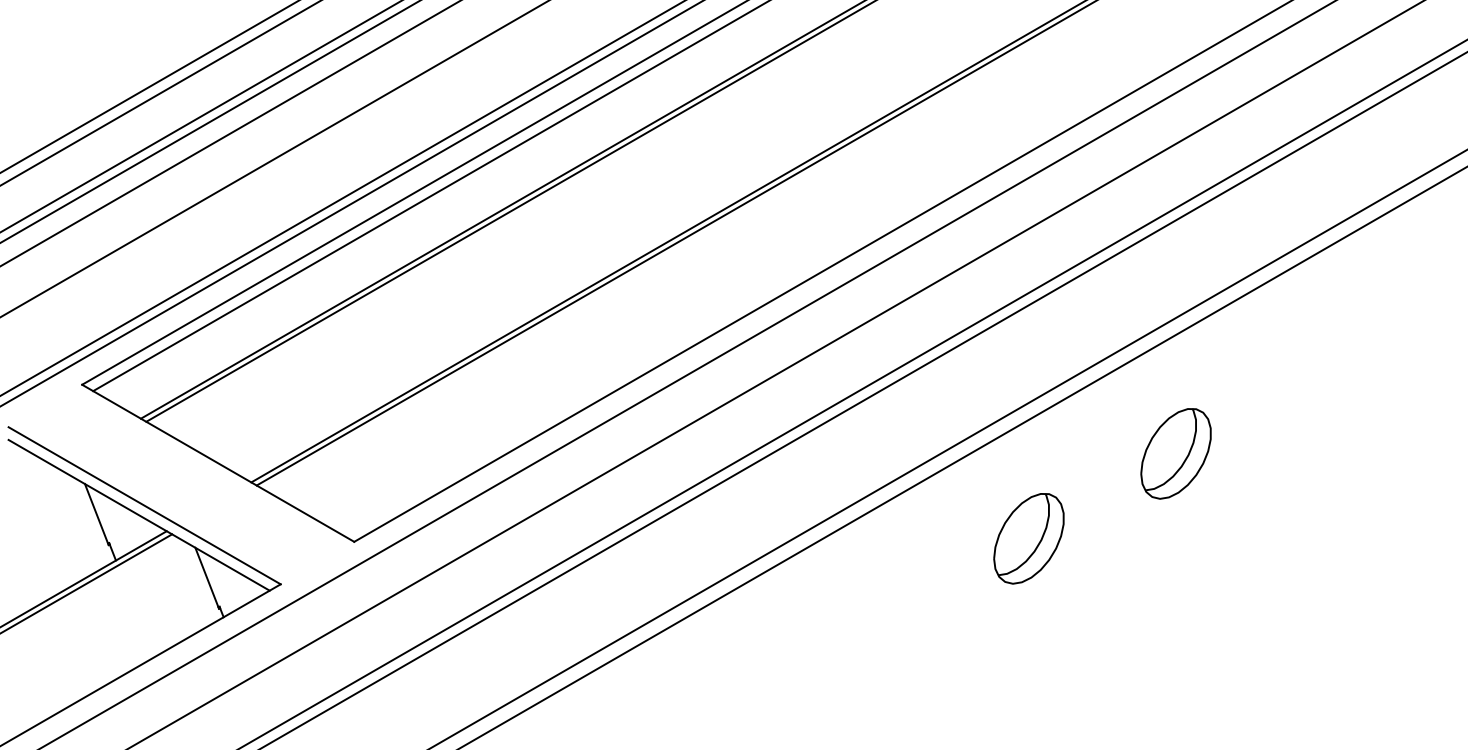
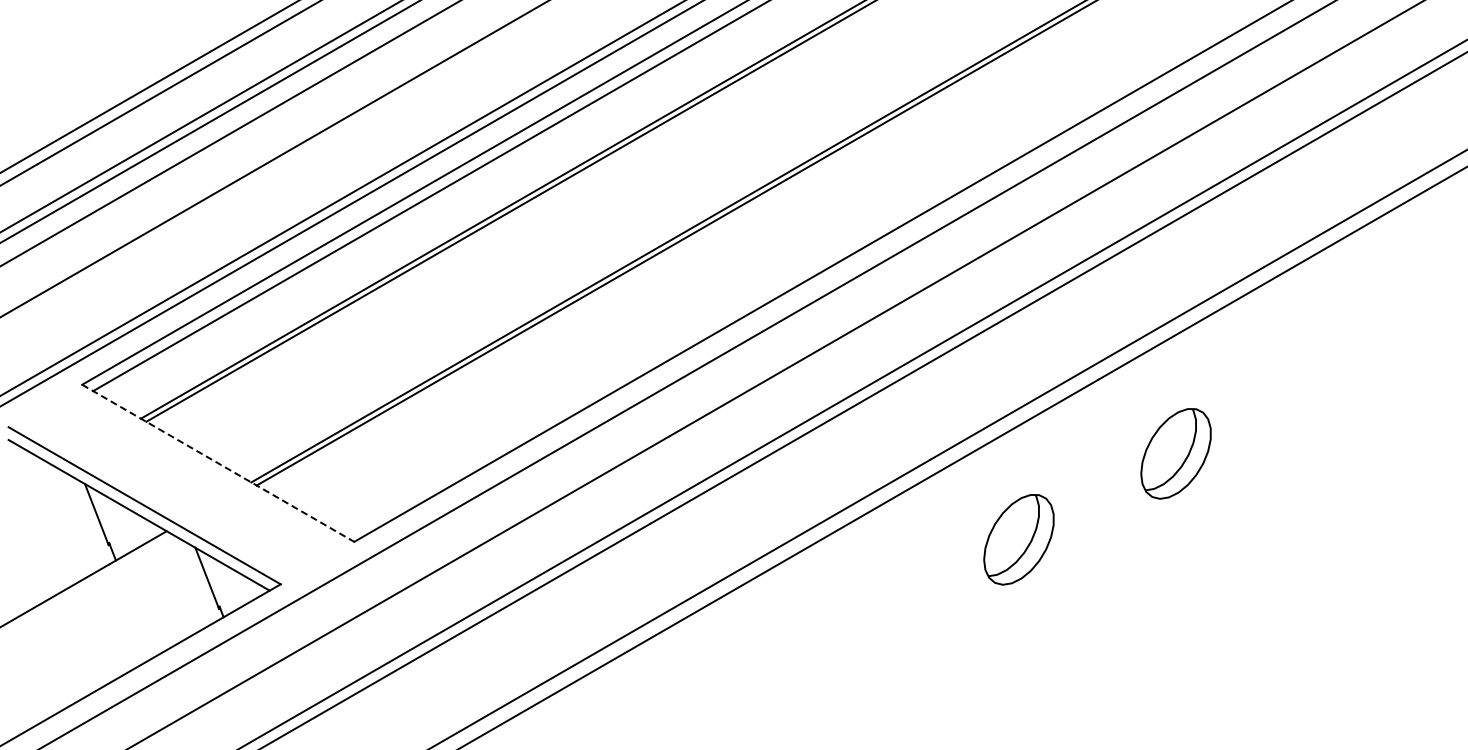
line at (218, 463): solid -> dashed
part at (1028, 538) position: (1028, 538) -> (1018, 539)
line at (87, 583): present -> none
